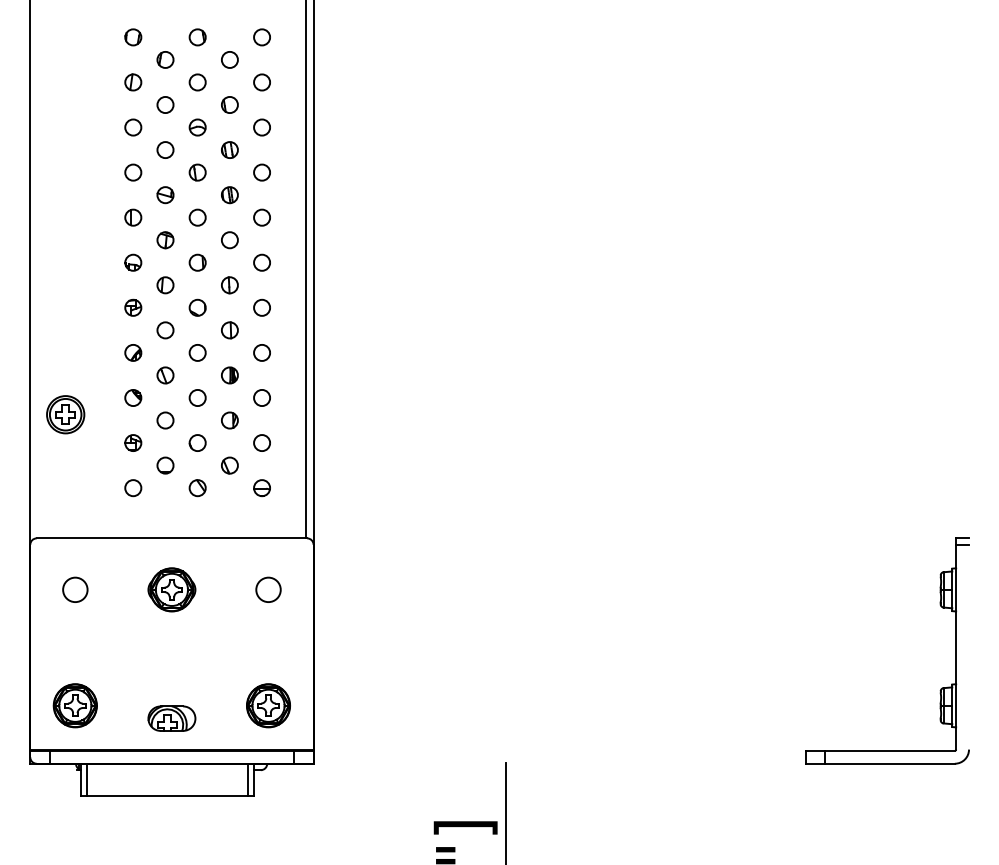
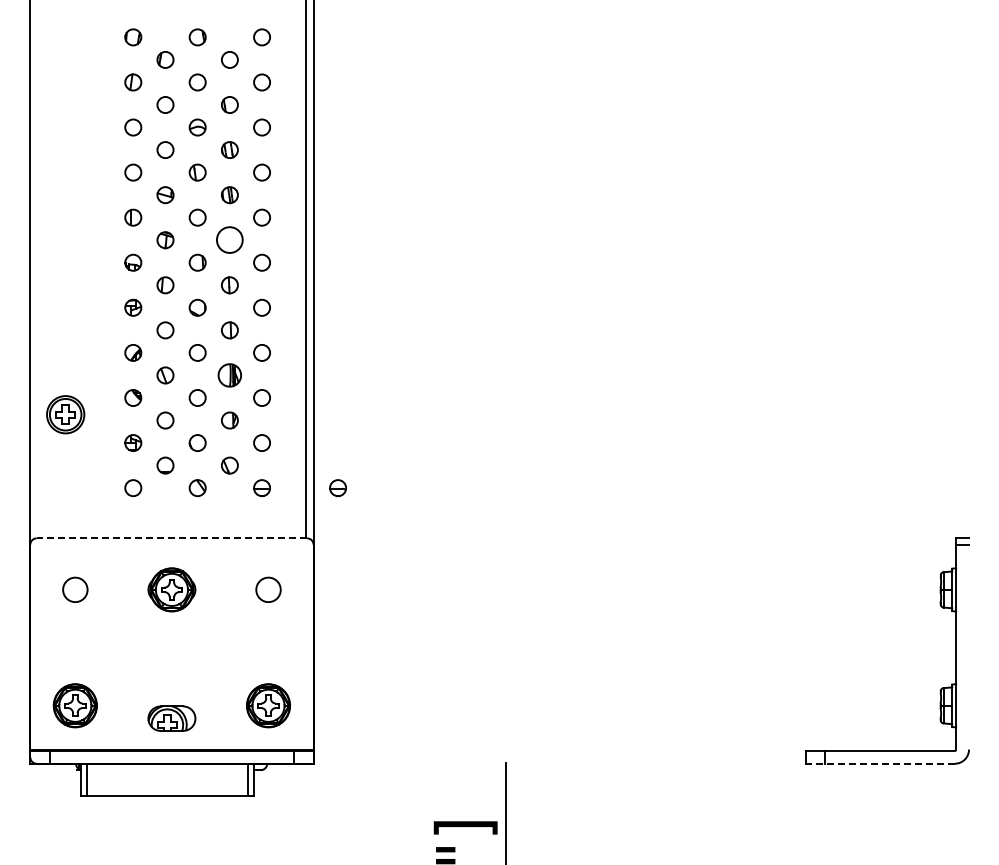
circle at (229, 240) size: 18x19 px -> 28x28 px
part at (229, 375) size: 18x19 px -> 25x25 px
part at (337, 488): none -> present
line at (171, 538): solid -> dashed
line at (879, 763): solid -> dashed
